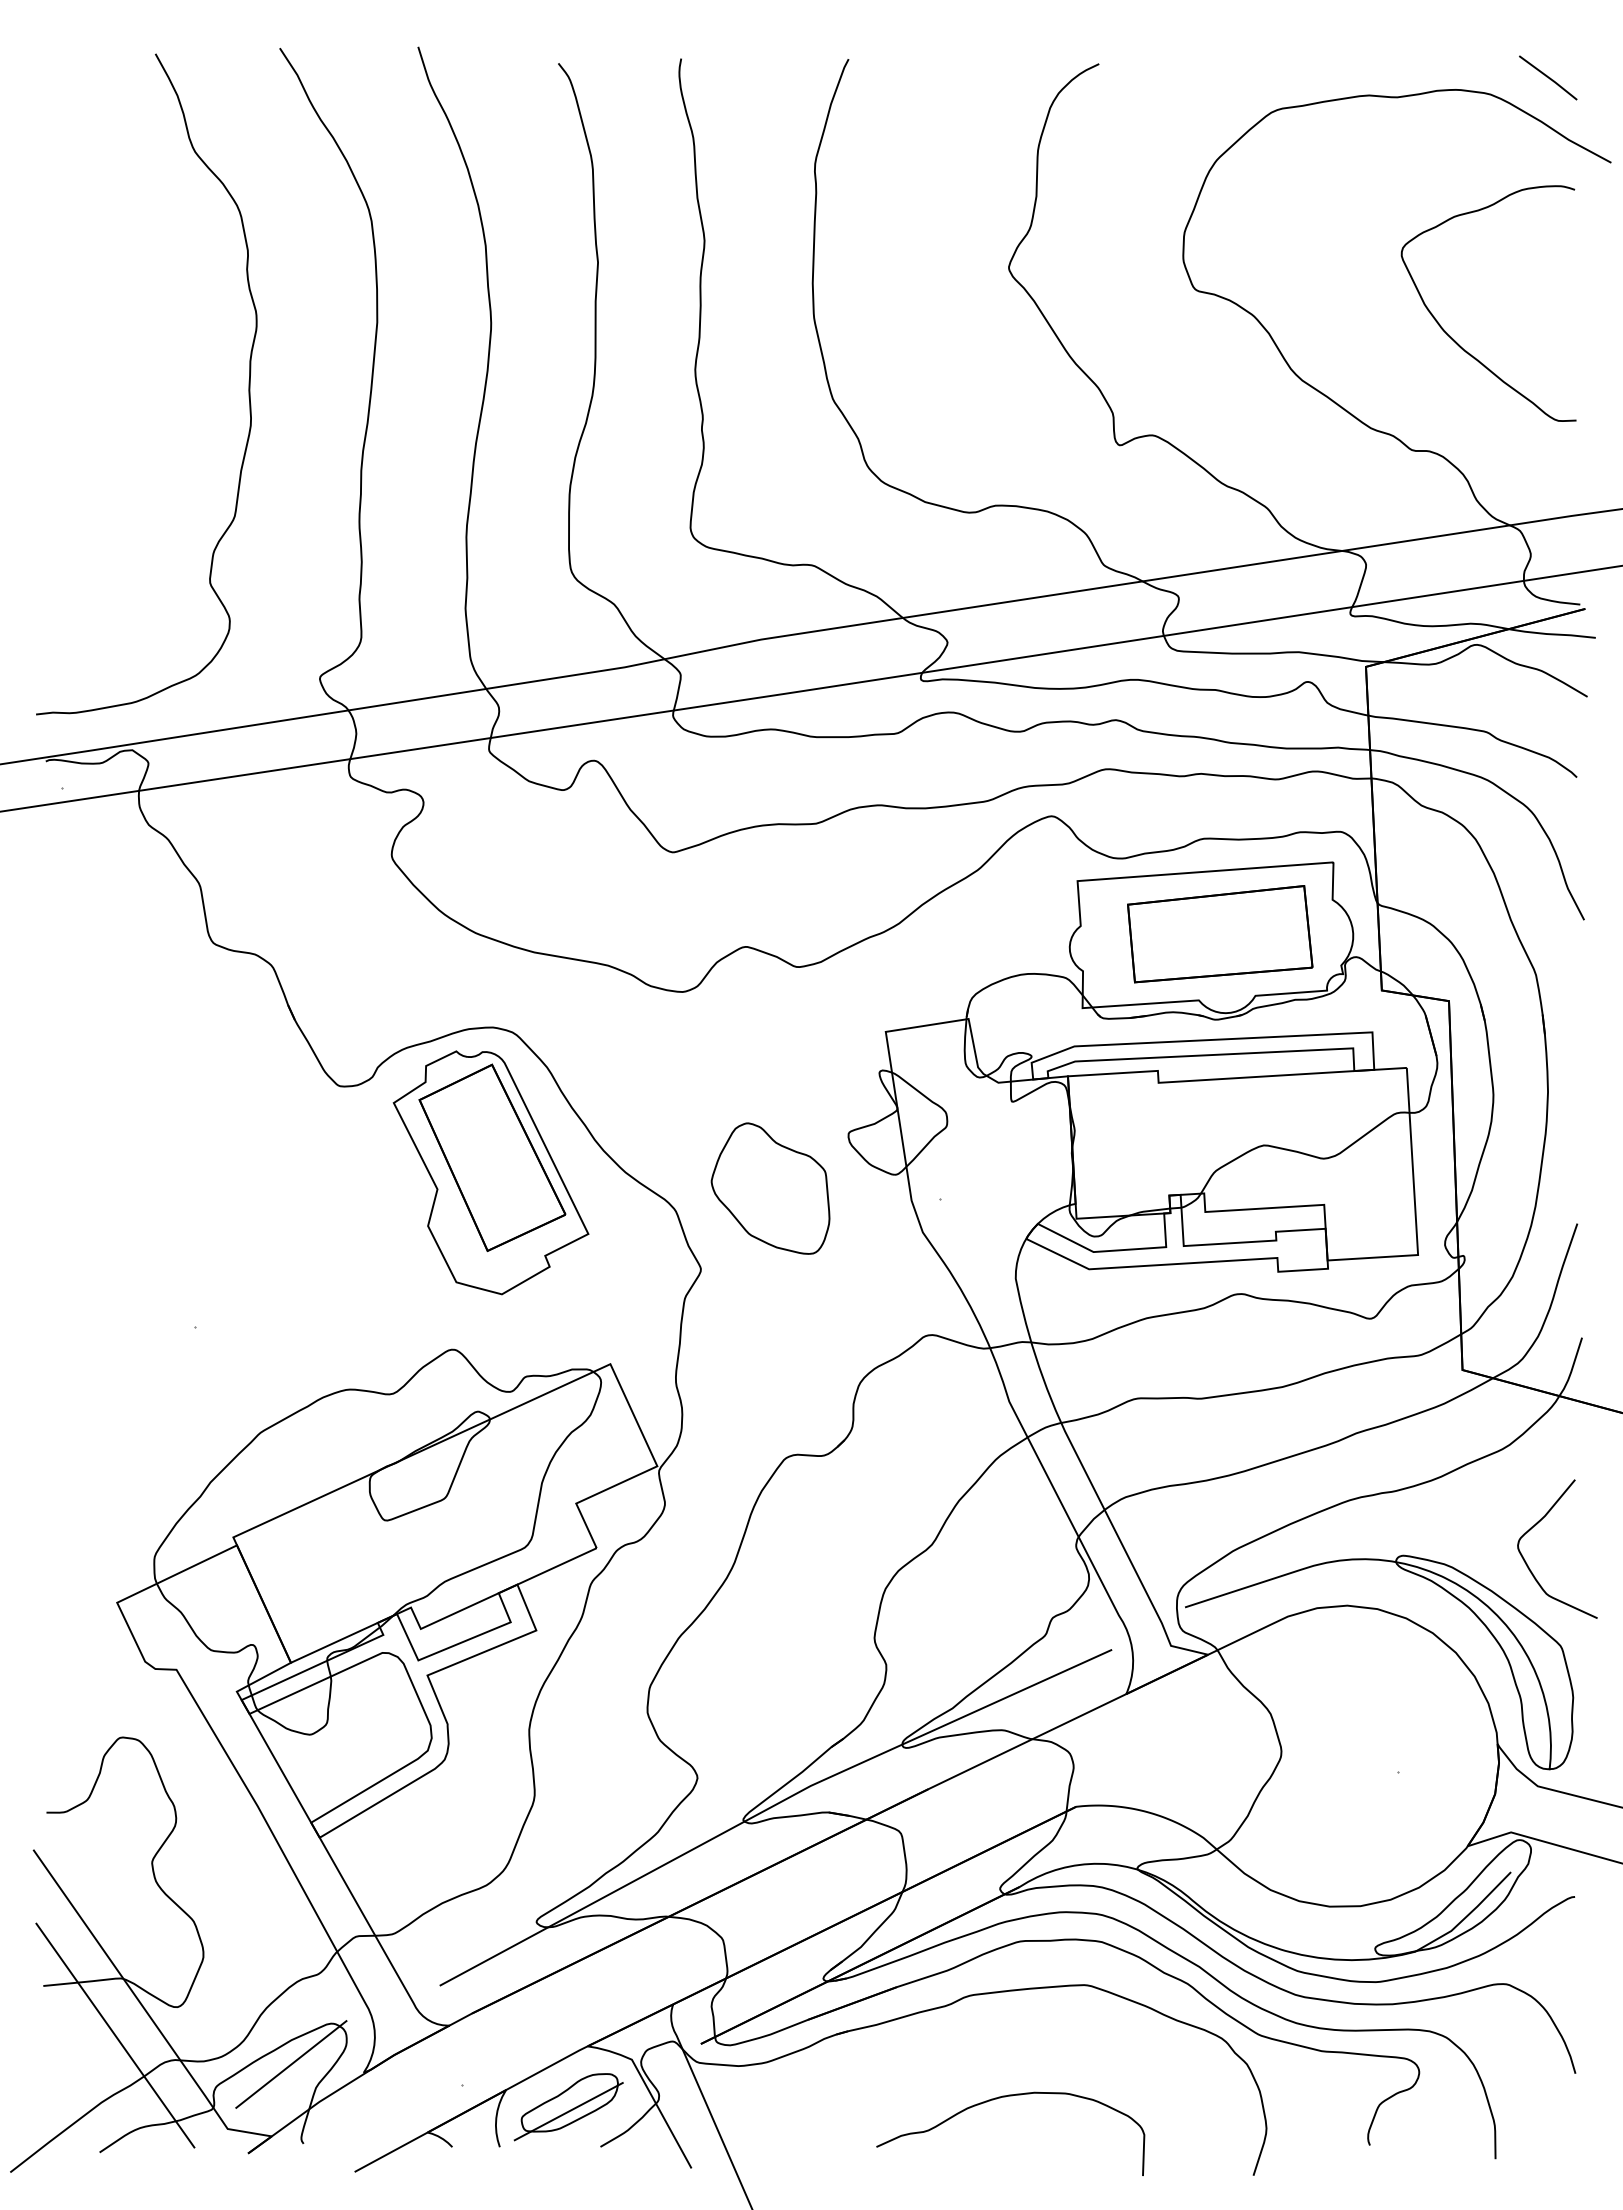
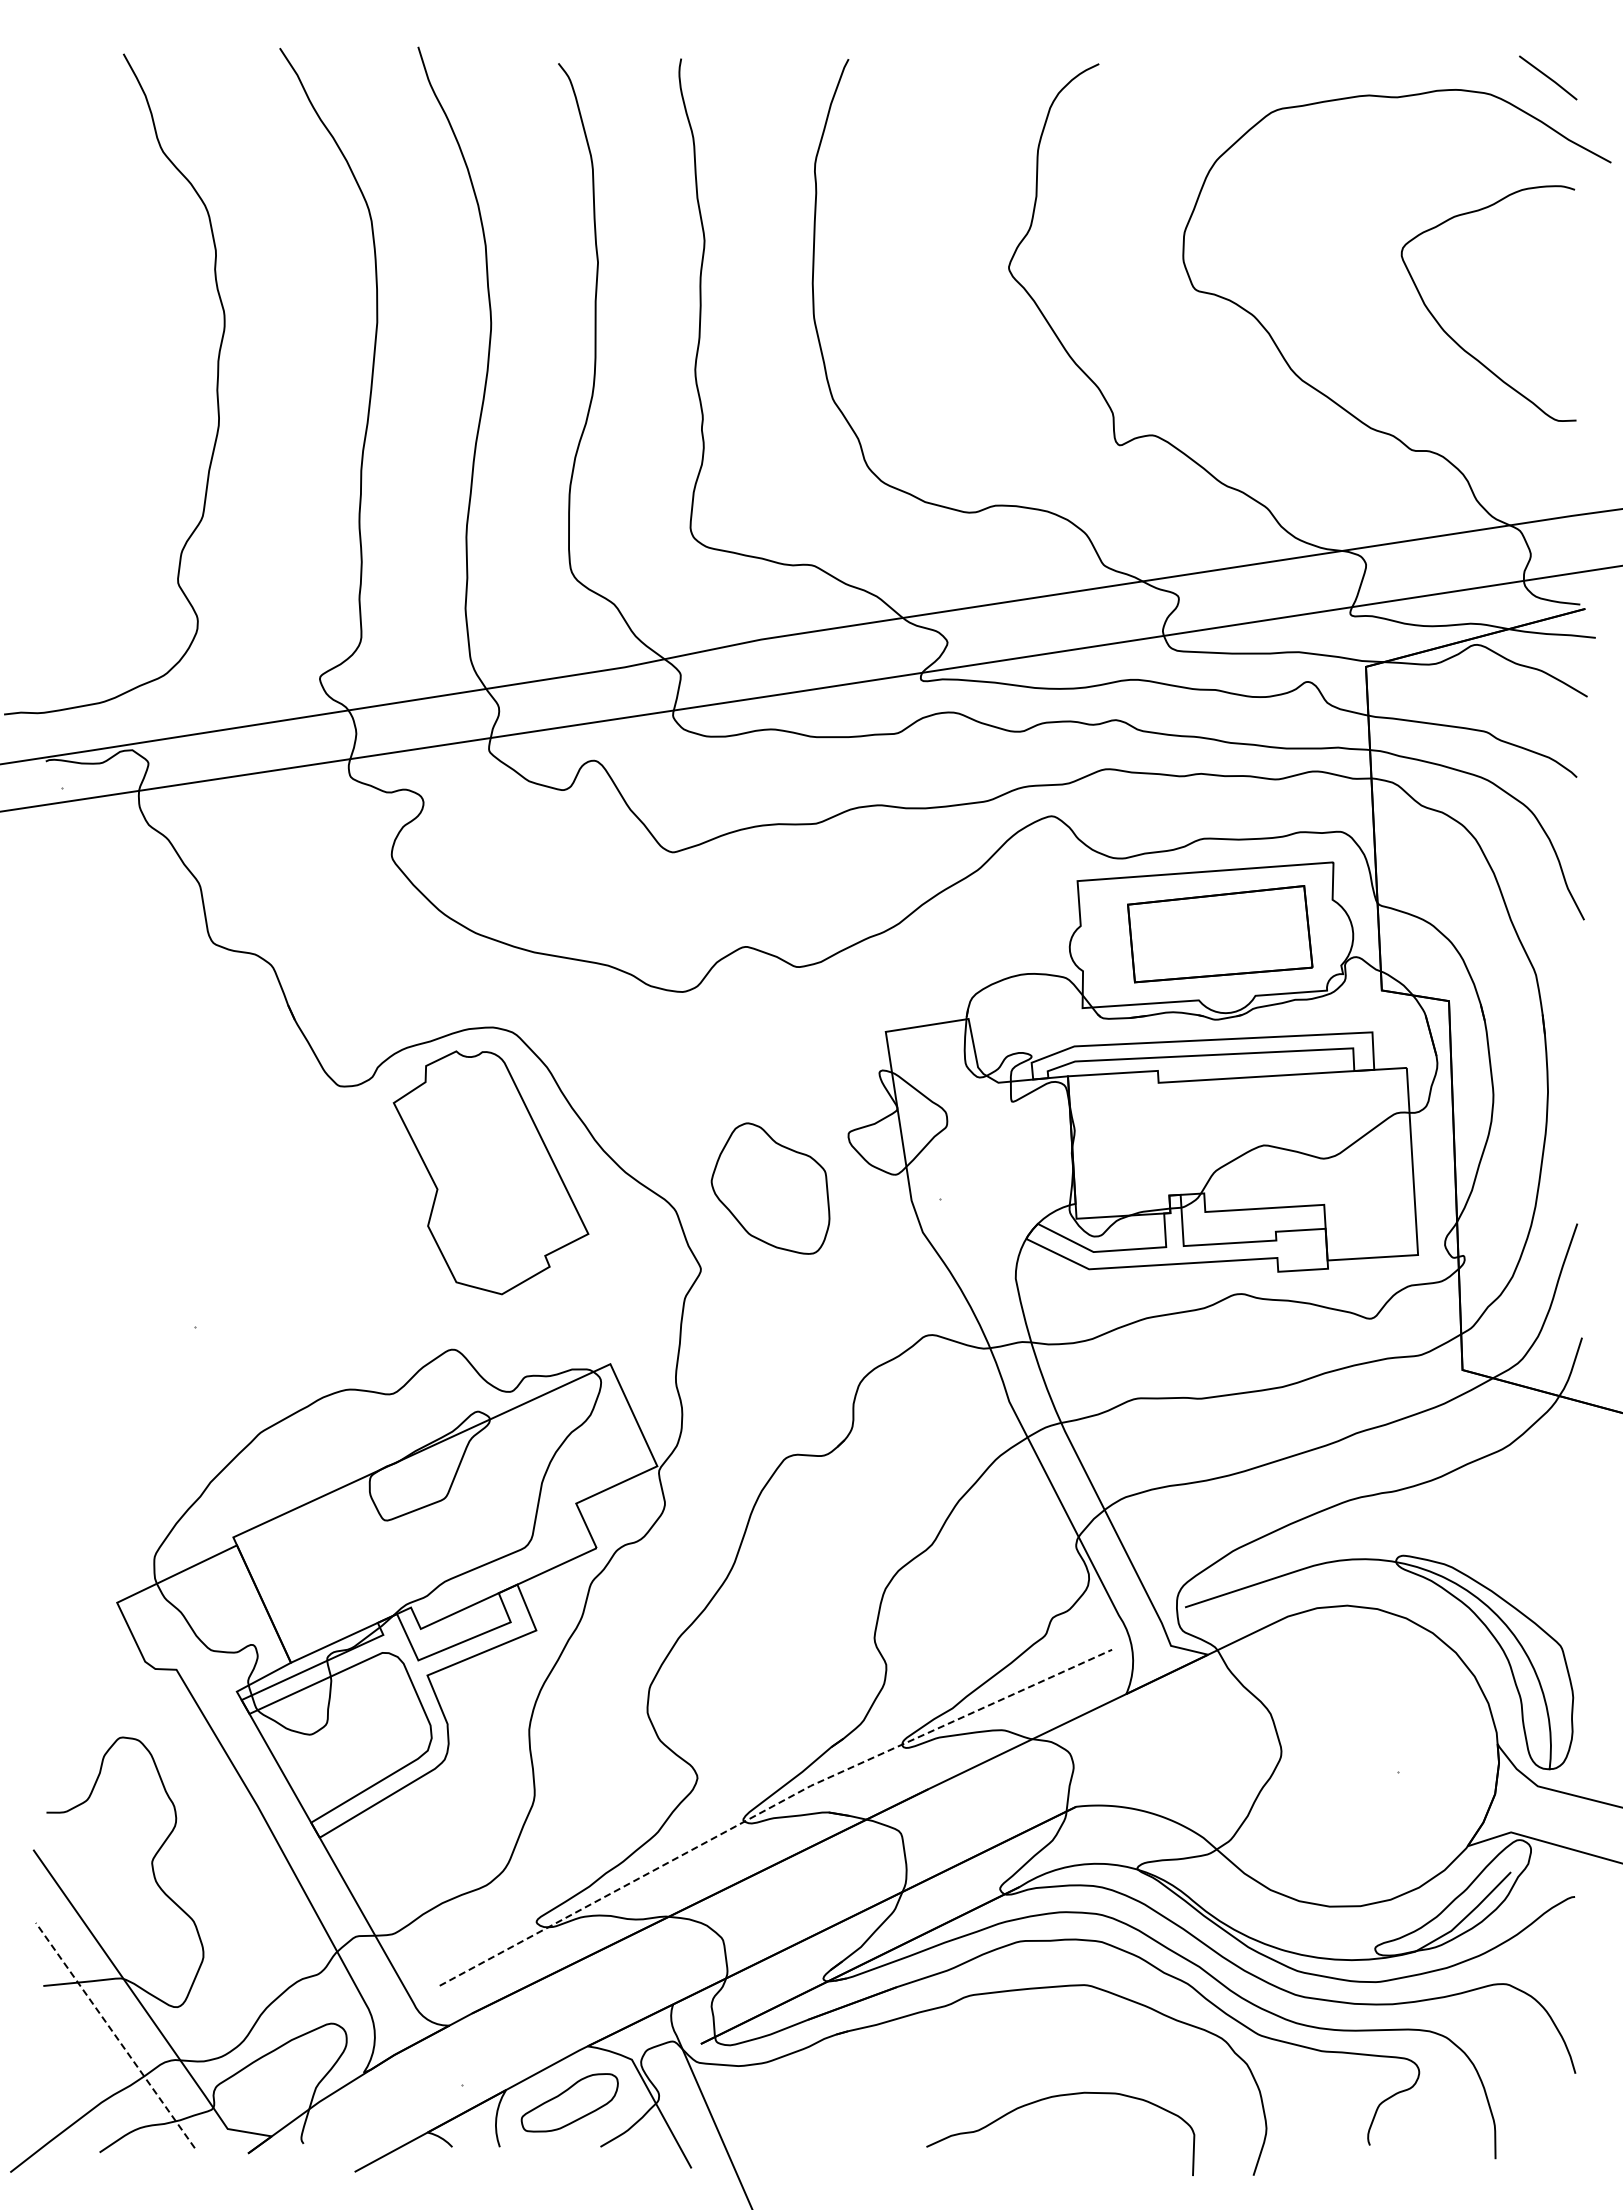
curve at (248, 384) position: (248, 384) -> (216, 384)
part at (492, 1157): present -> none
curve at (1536, 1525): present -> none
line at (771, 1807): solid -> dashed
line at (115, 2035): solid -> dashed
line at (291, 2064): present -> none
curve at (1005, 2097) position: (1005, 2097) -> (1055, 2097)
line at (568, 2111): present -> none
